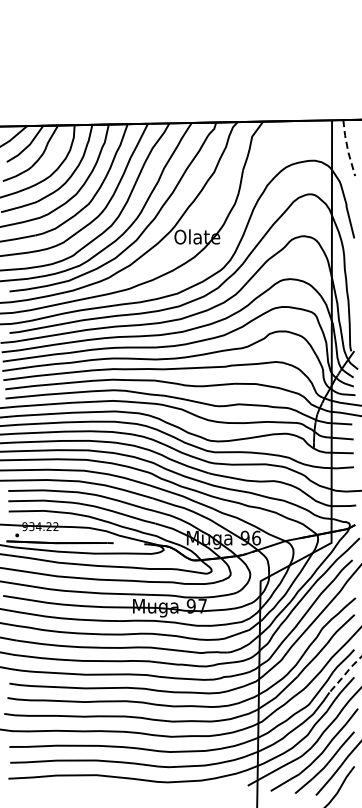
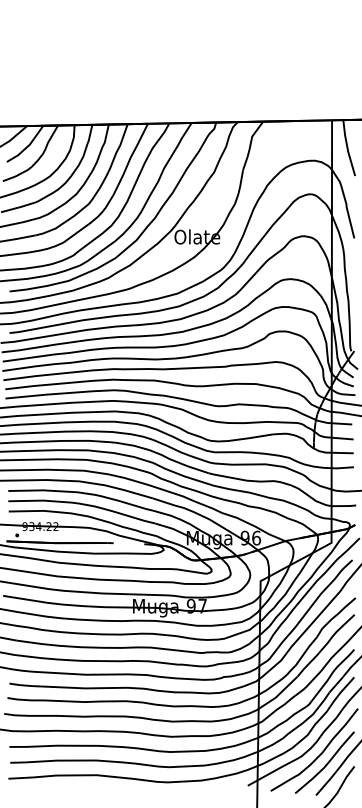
line at (347, 148): dashed -> solid
line at (345, 673): dashed -> solid
